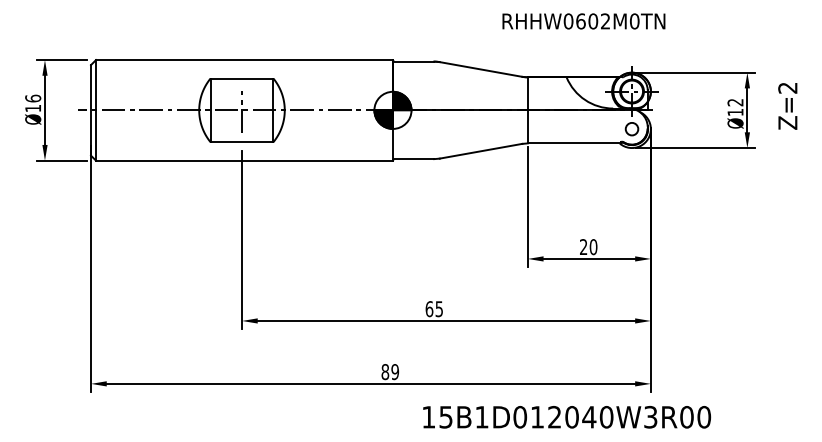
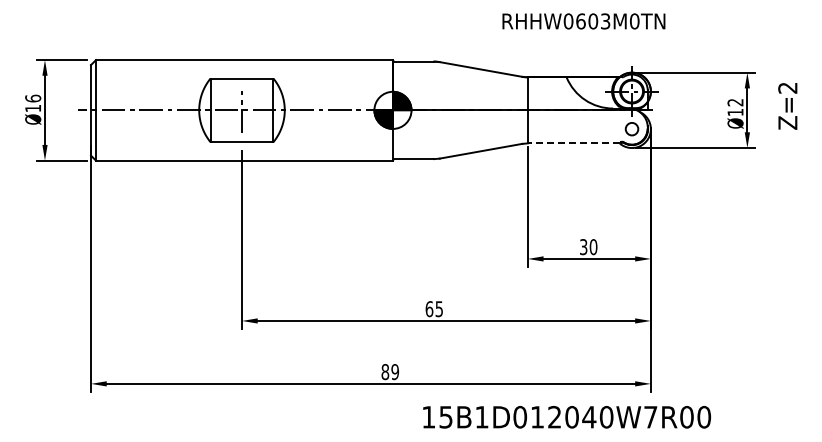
text at (605, 21): RHHW0602M0TN -> RHHW0603M0TN
line at (573, 143): solid -> dashed
text at (583, 247): 20 -> 30
text at (650, 416): 15B1D012040W3R00 -> 15B1D012040W7R00
